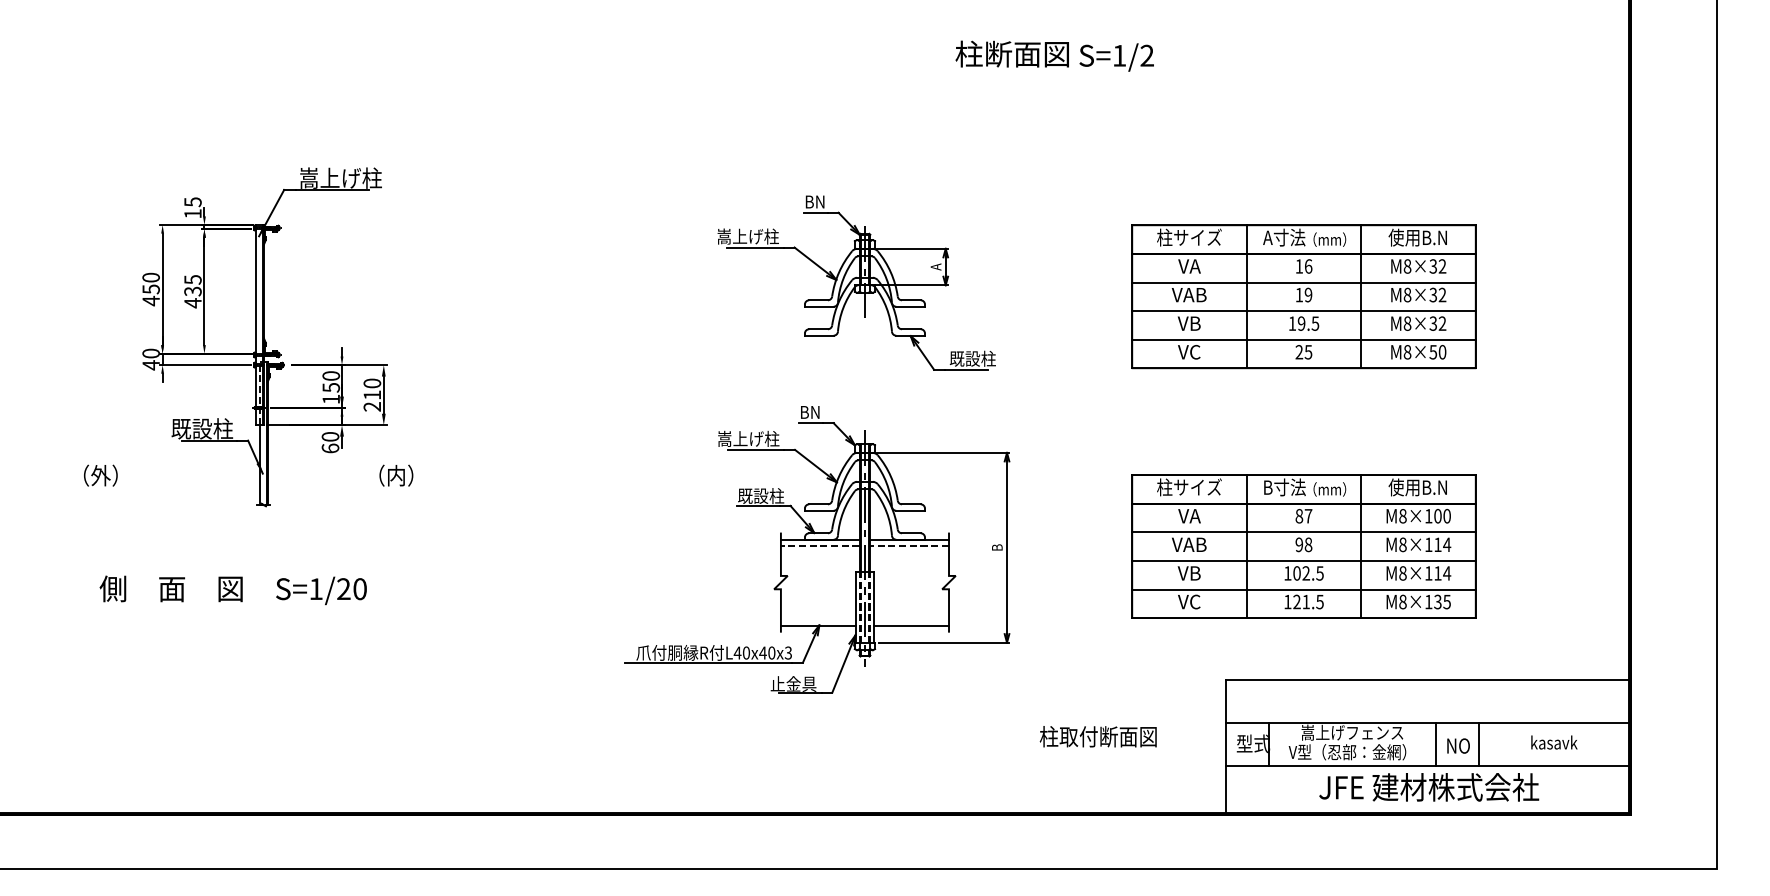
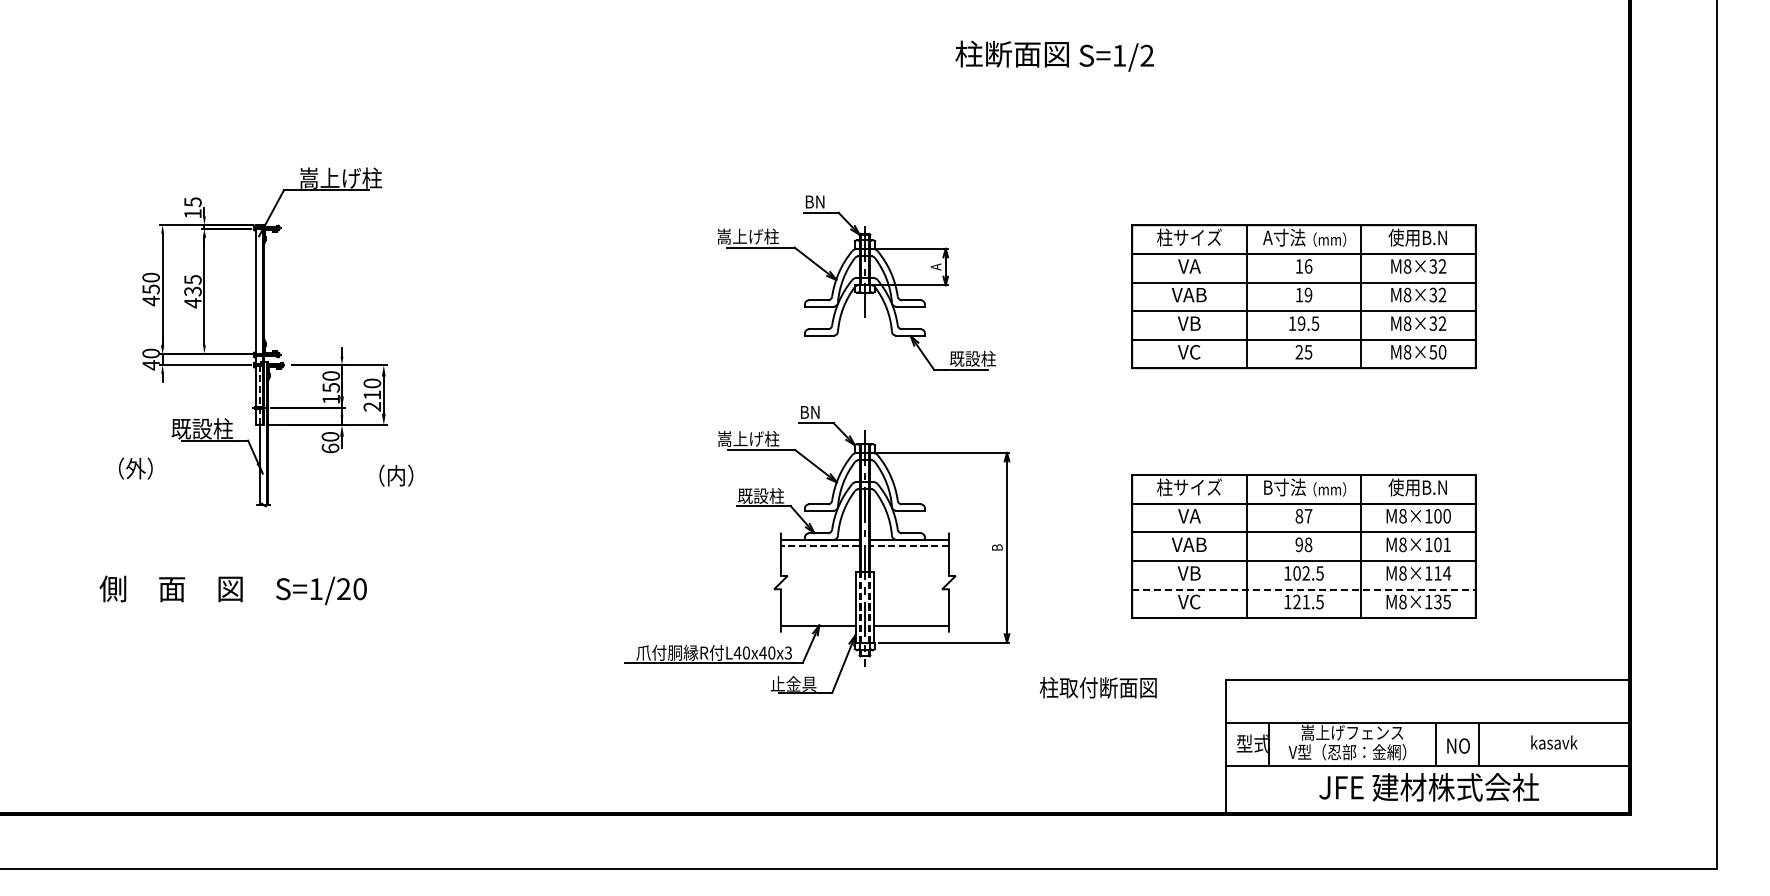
text at (100, 475) position: (100, 475) -> (135, 468)
text at (1442, 544): M8×114 -> M8×101
line at (1304, 589): solid -> dashed
text at (1097, 736) position: (1097, 736) -> (1097, 687)
